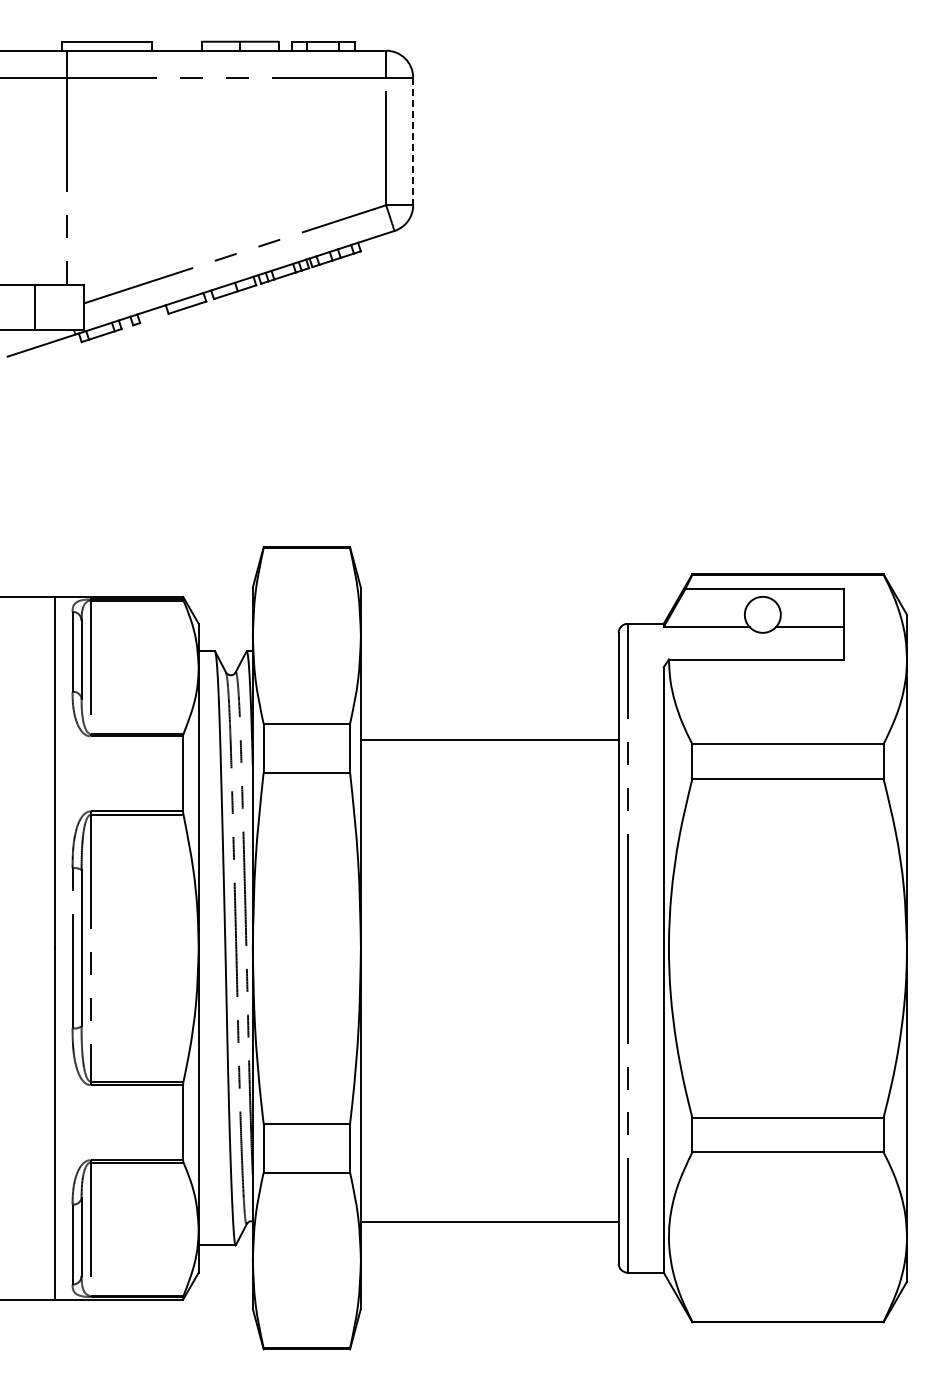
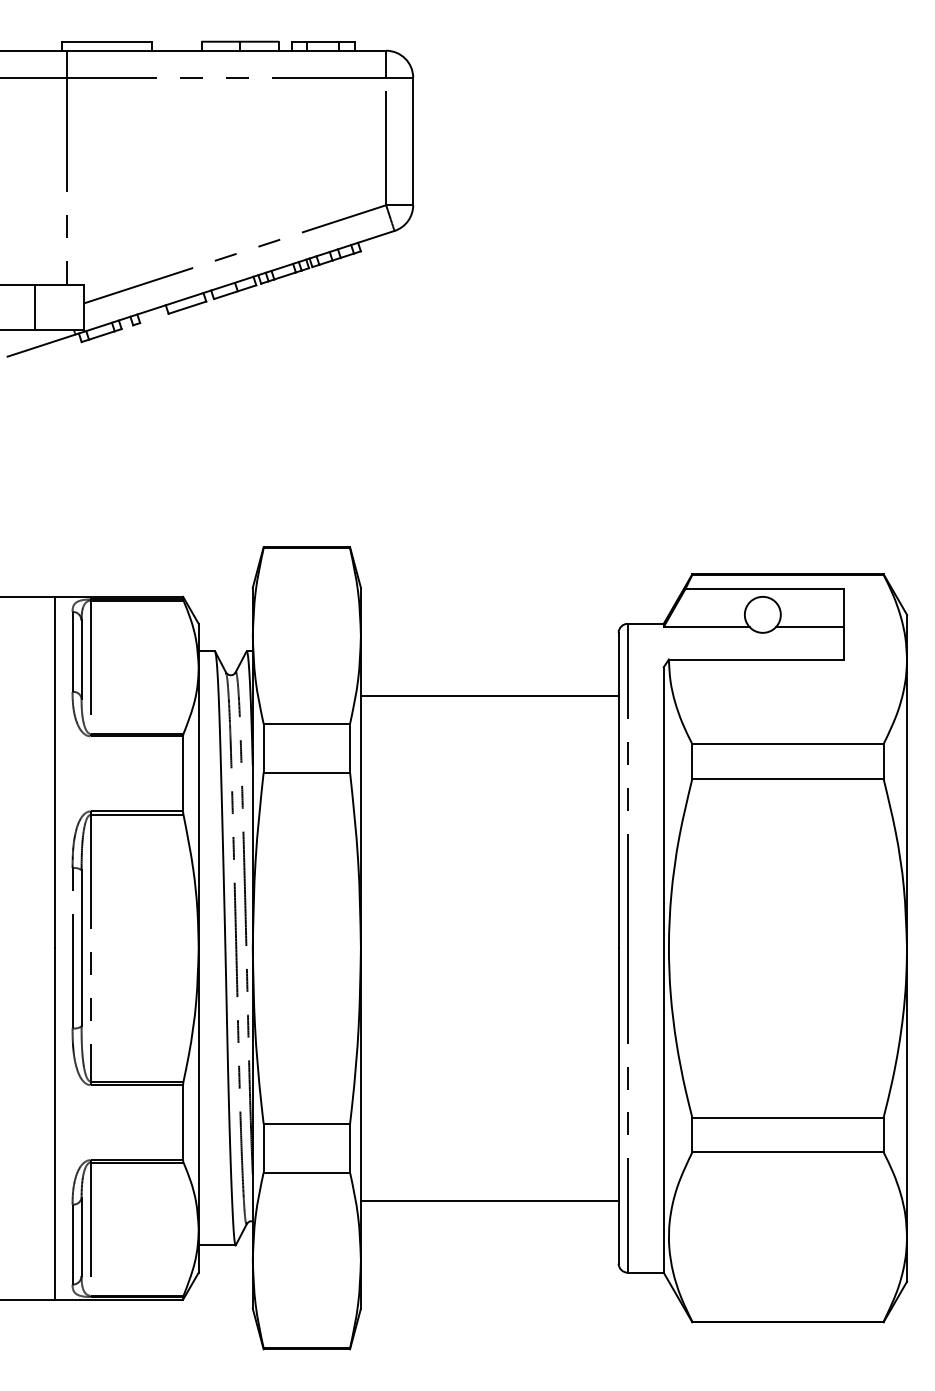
line at (413, 141): dashed -> solid
line at (489, 739) position: (489, 739) -> (489, 695)
line at (489, 1221) position: (489, 1221) -> (489, 1200)
